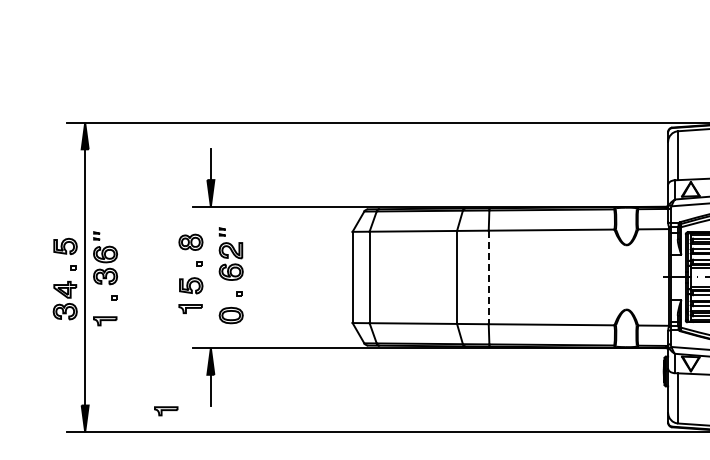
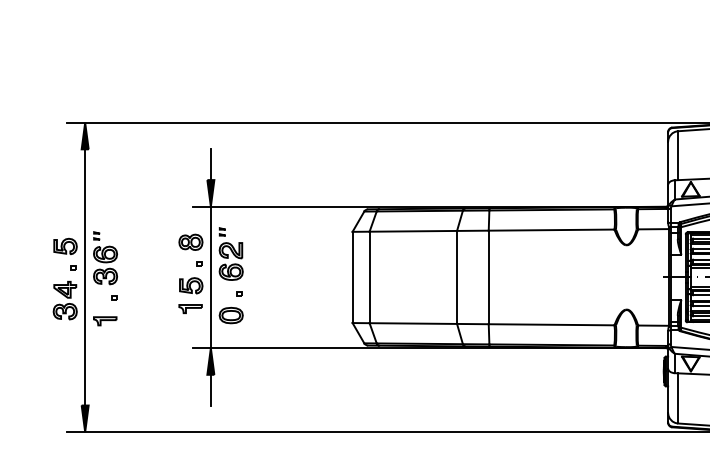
line at (210, 277): none -> present
line at (488, 277): dashed -> solid
part at (166, 411): present -> none
